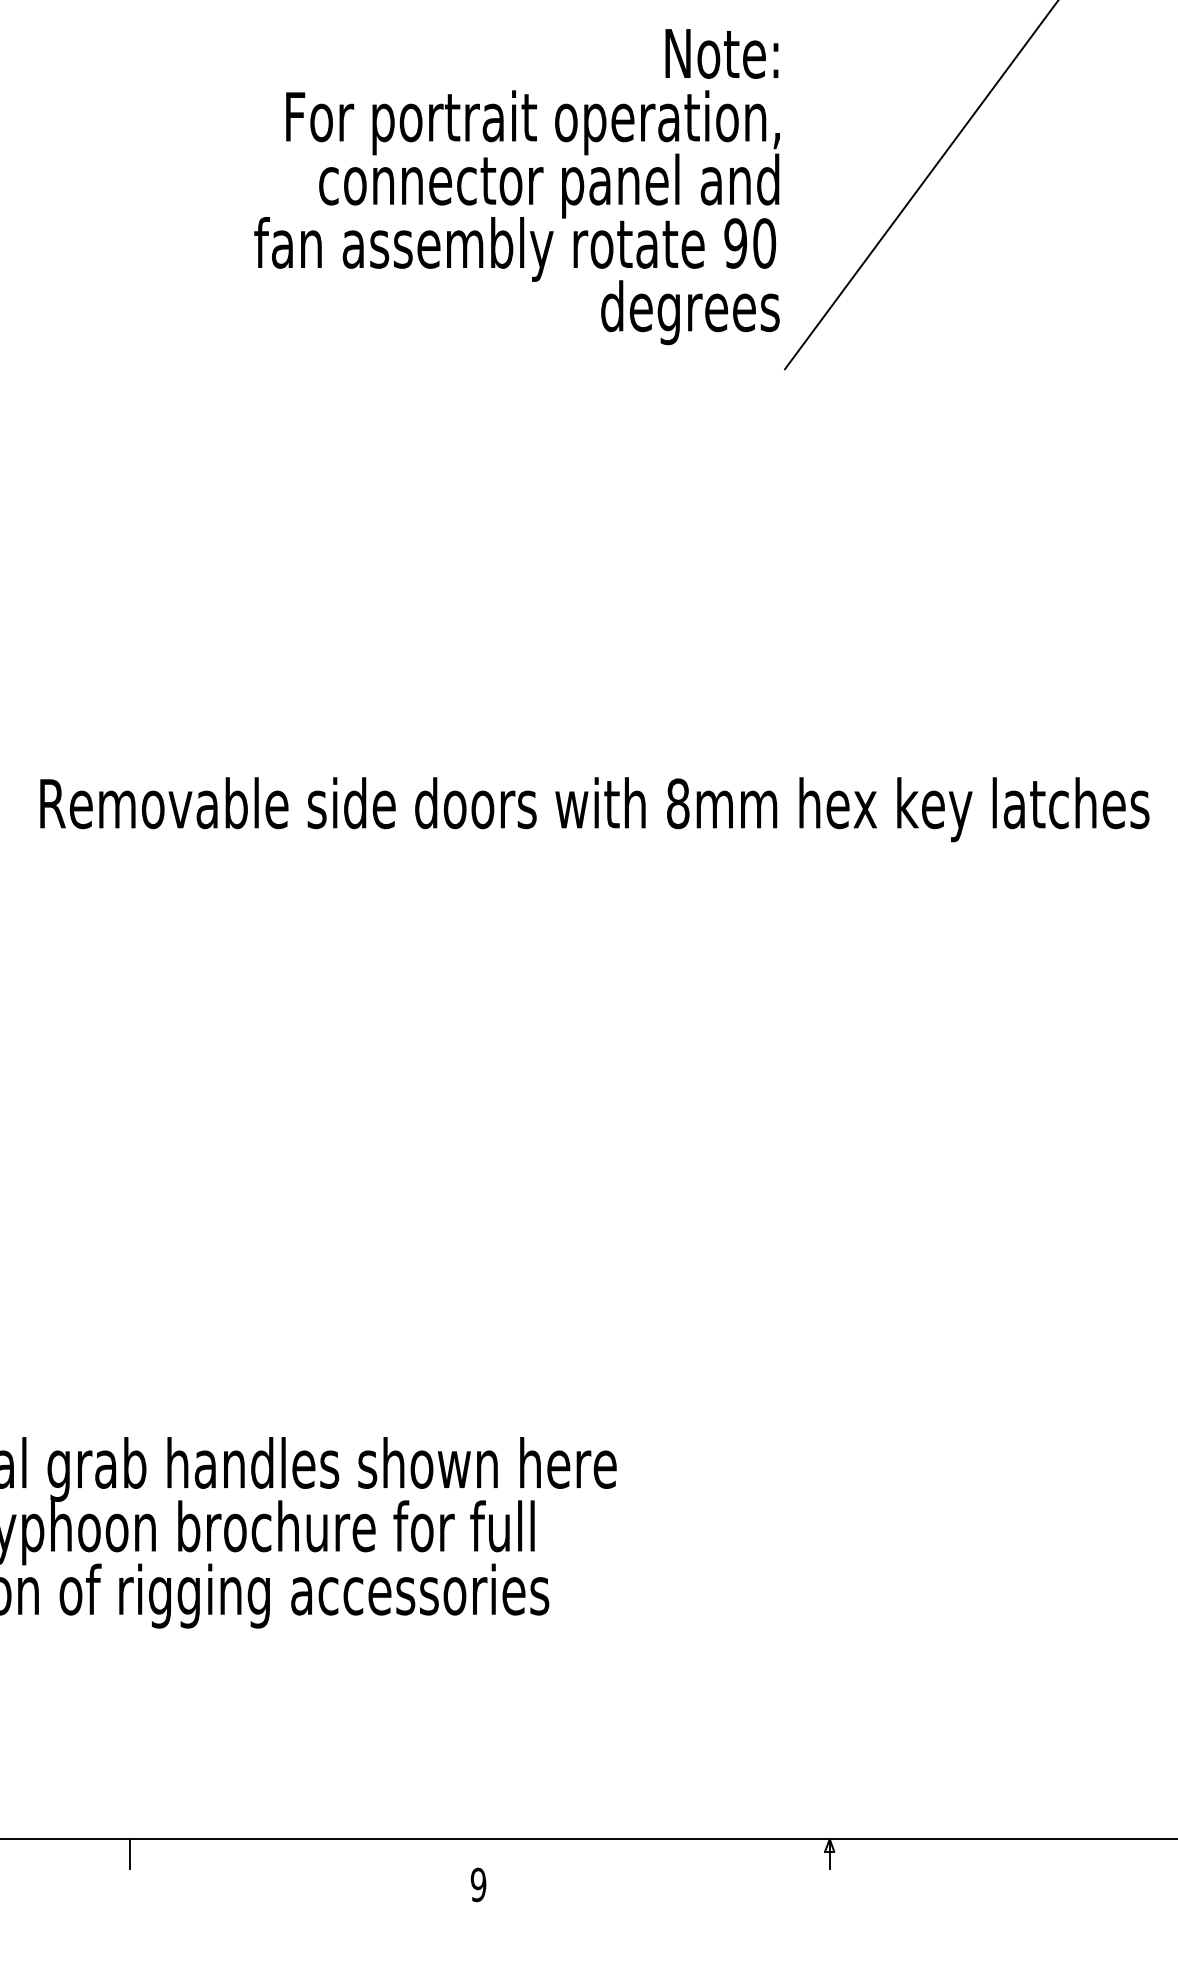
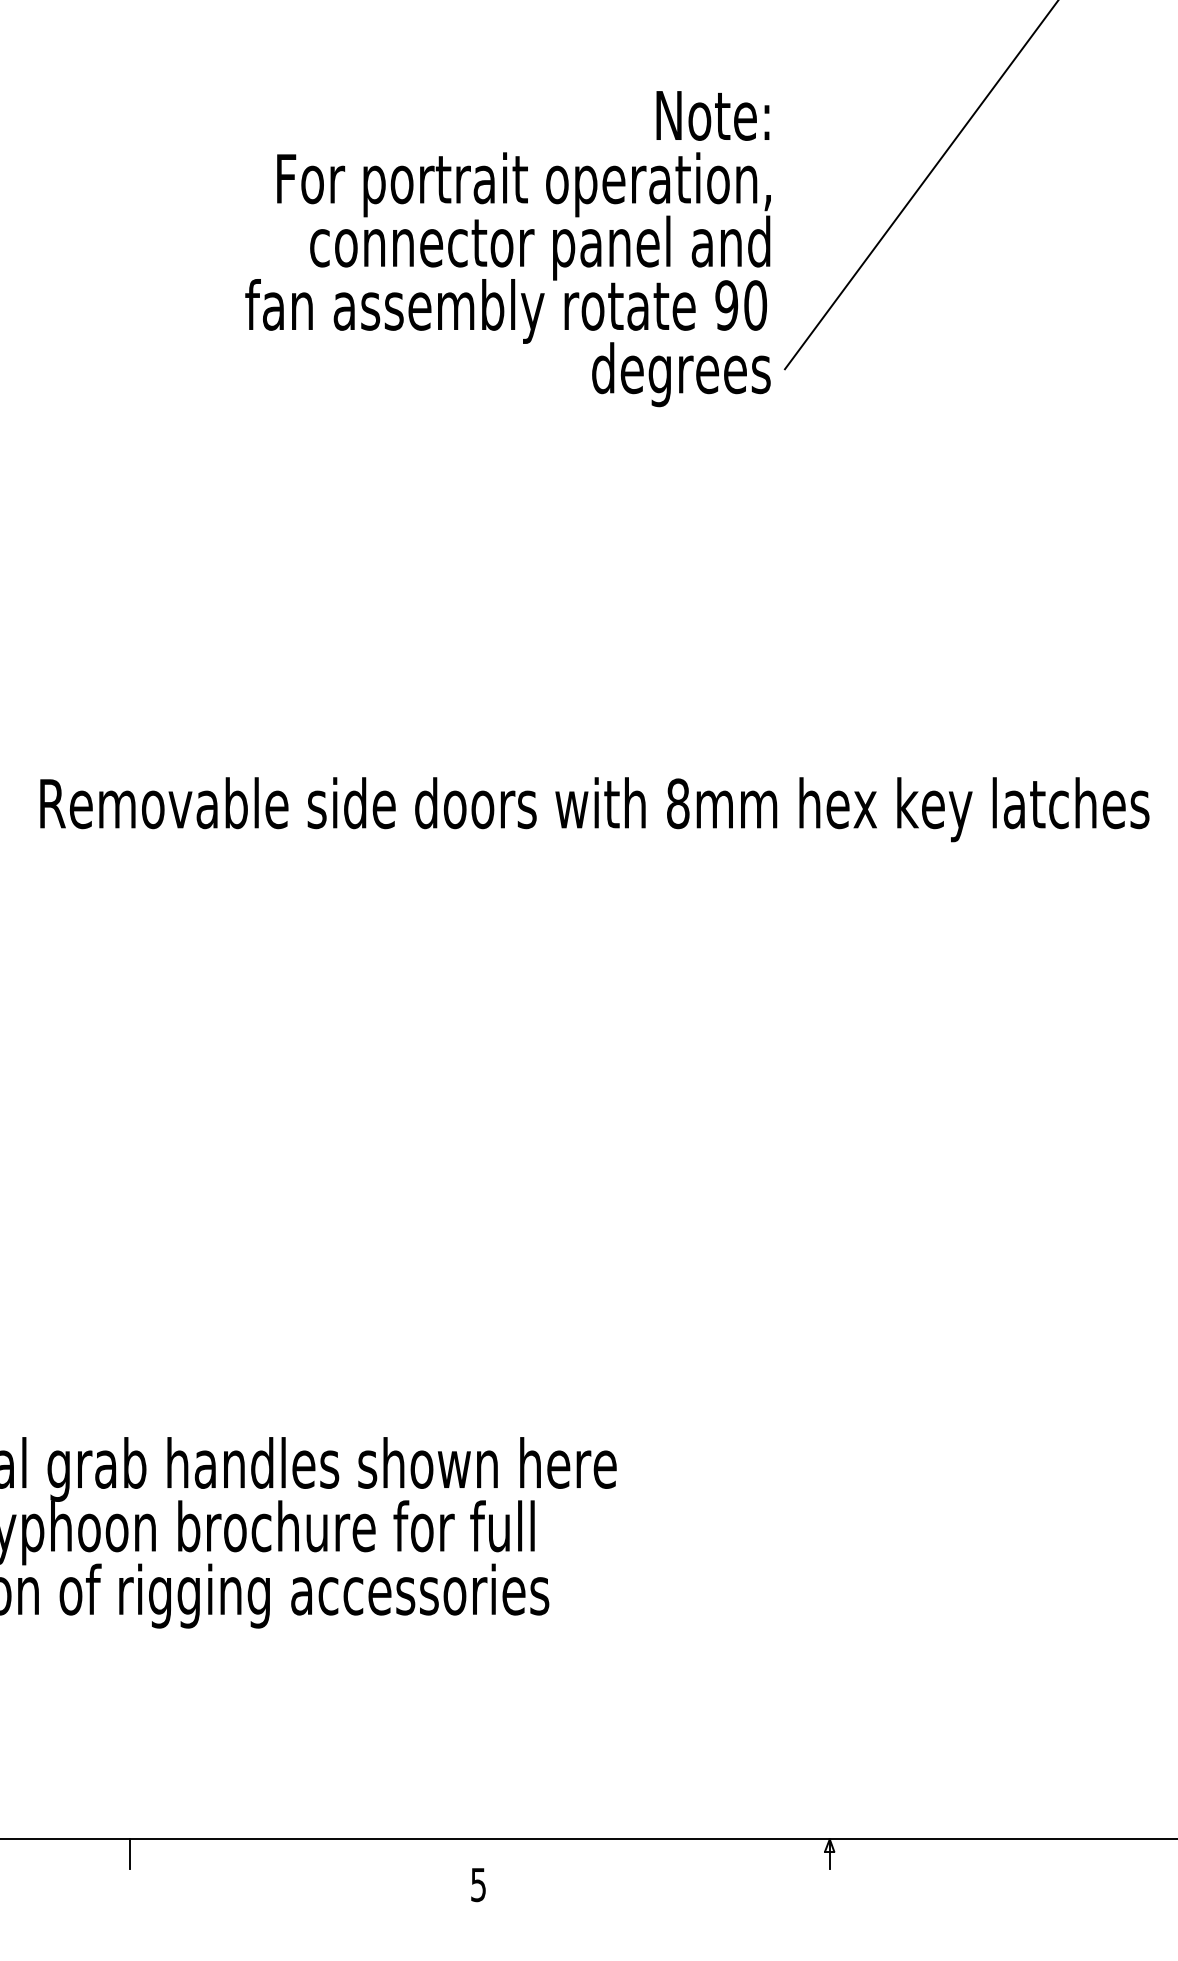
text at (516, 187) position: (516, 187) -> (507, 249)
text at (478, 1884): 9 -> 5
